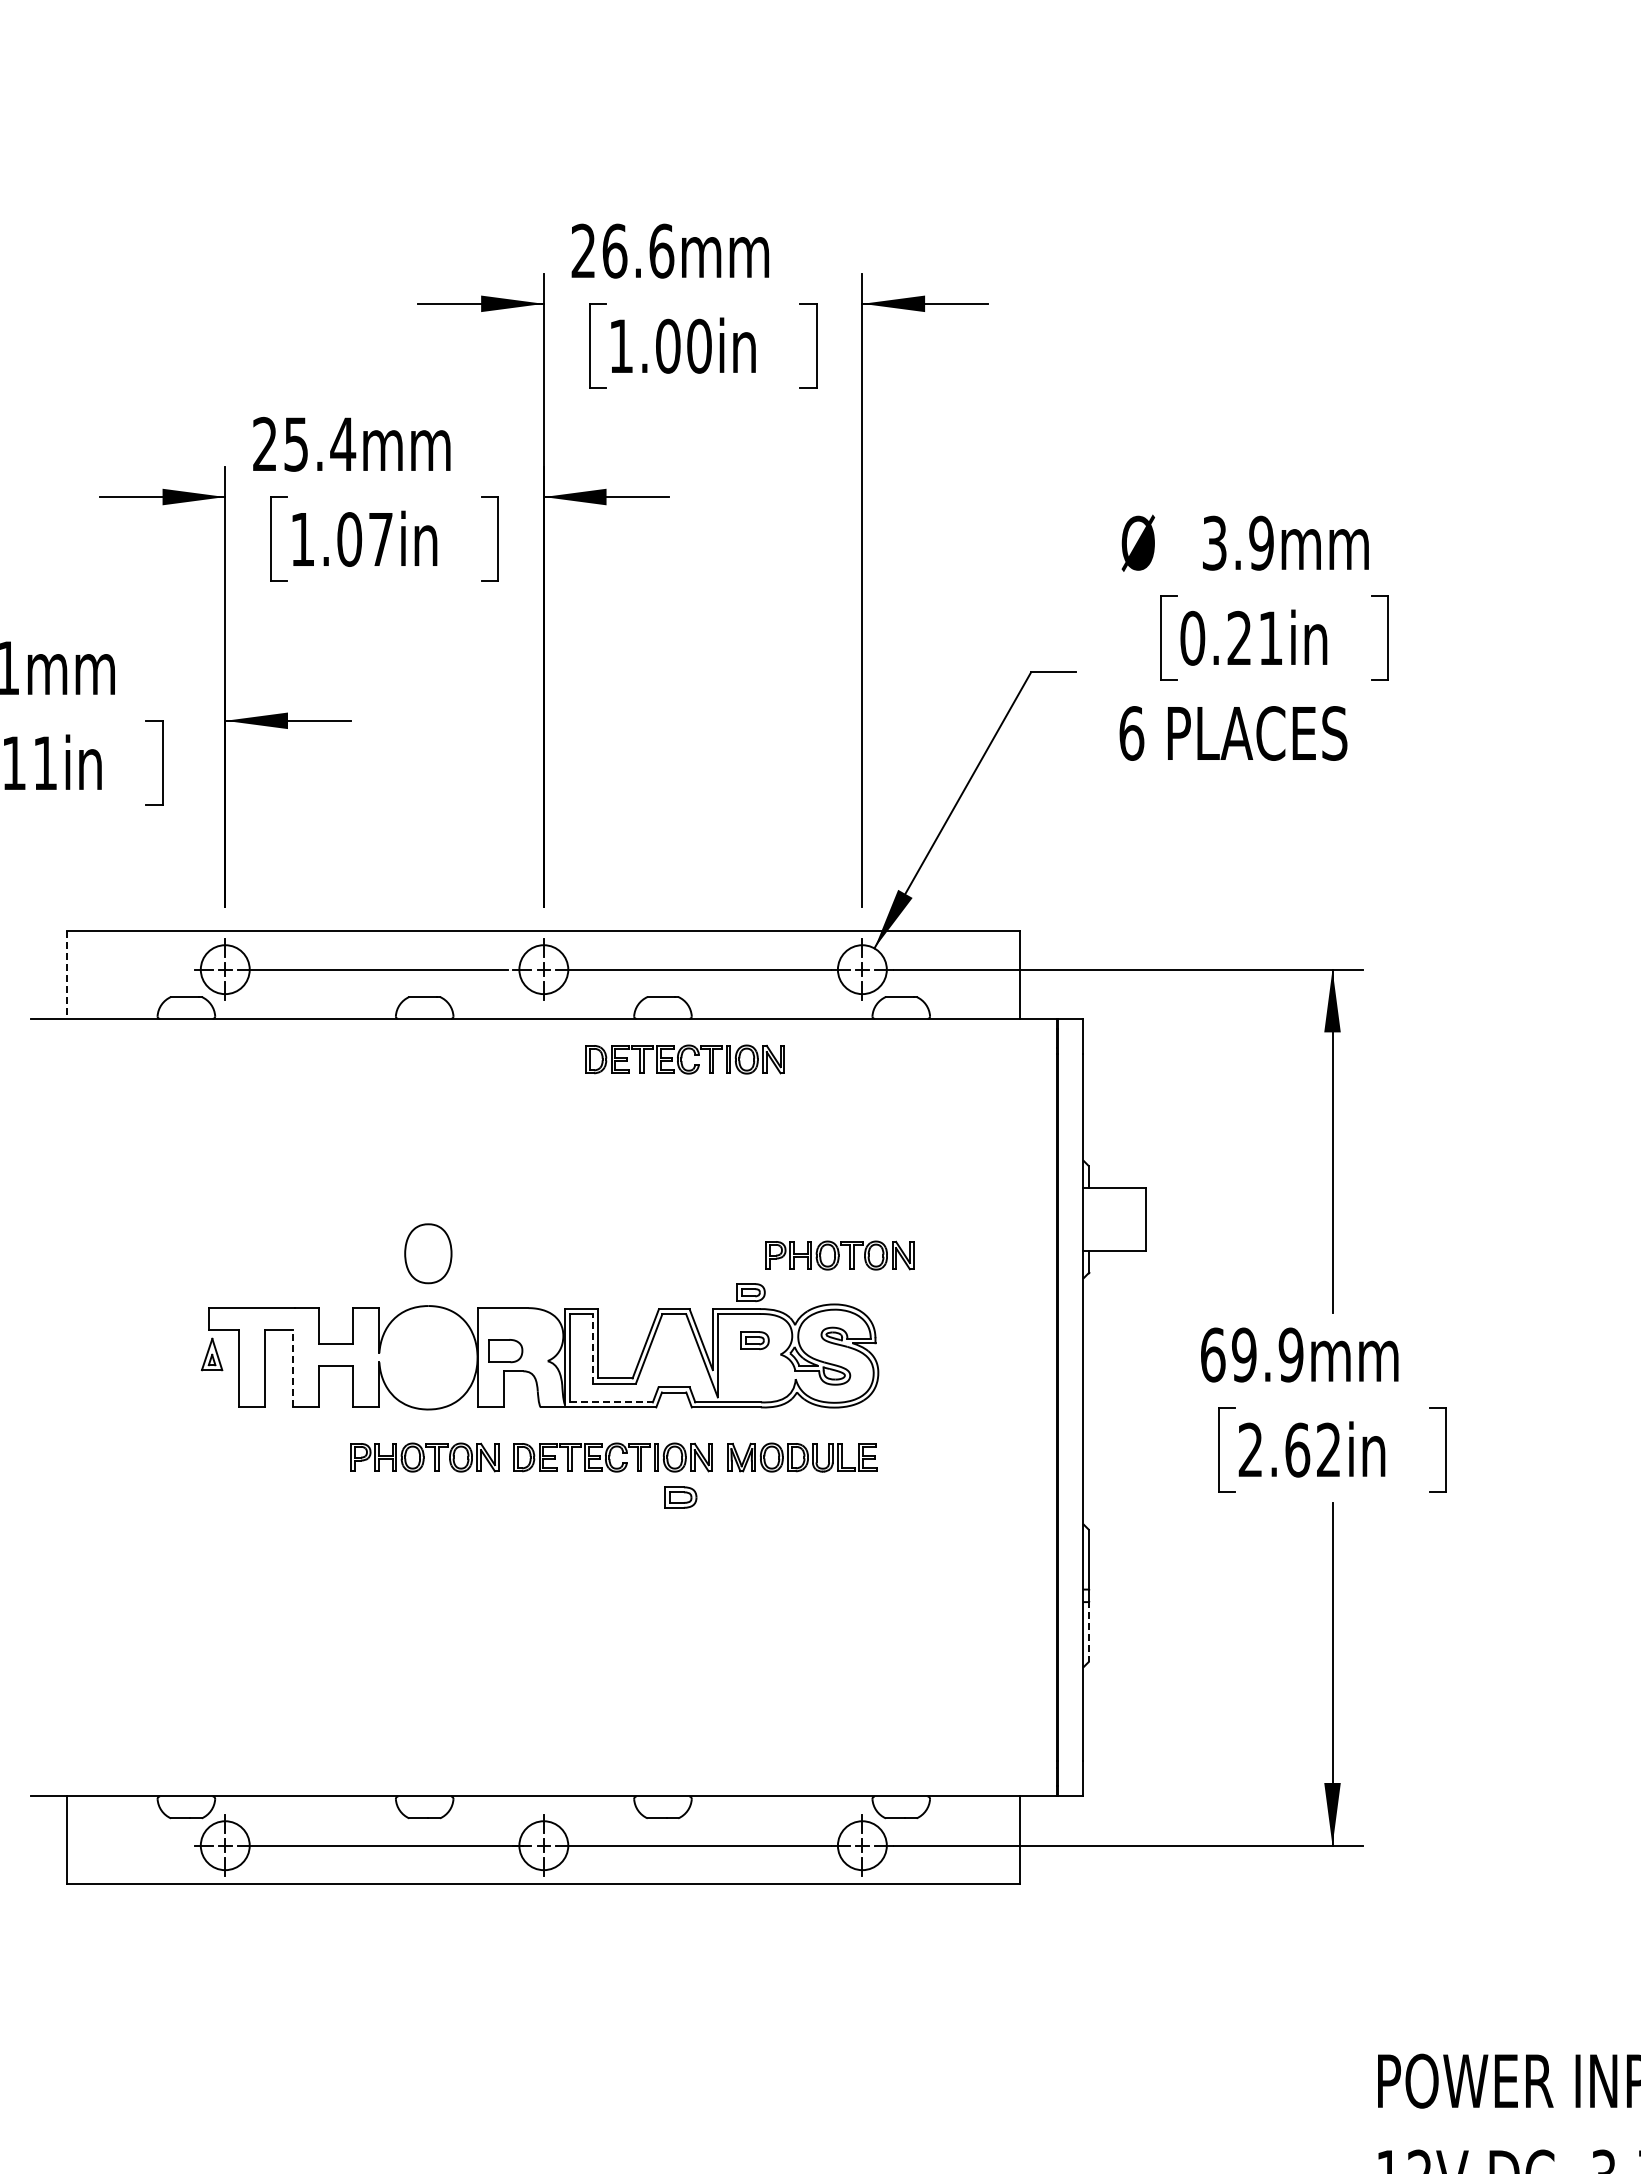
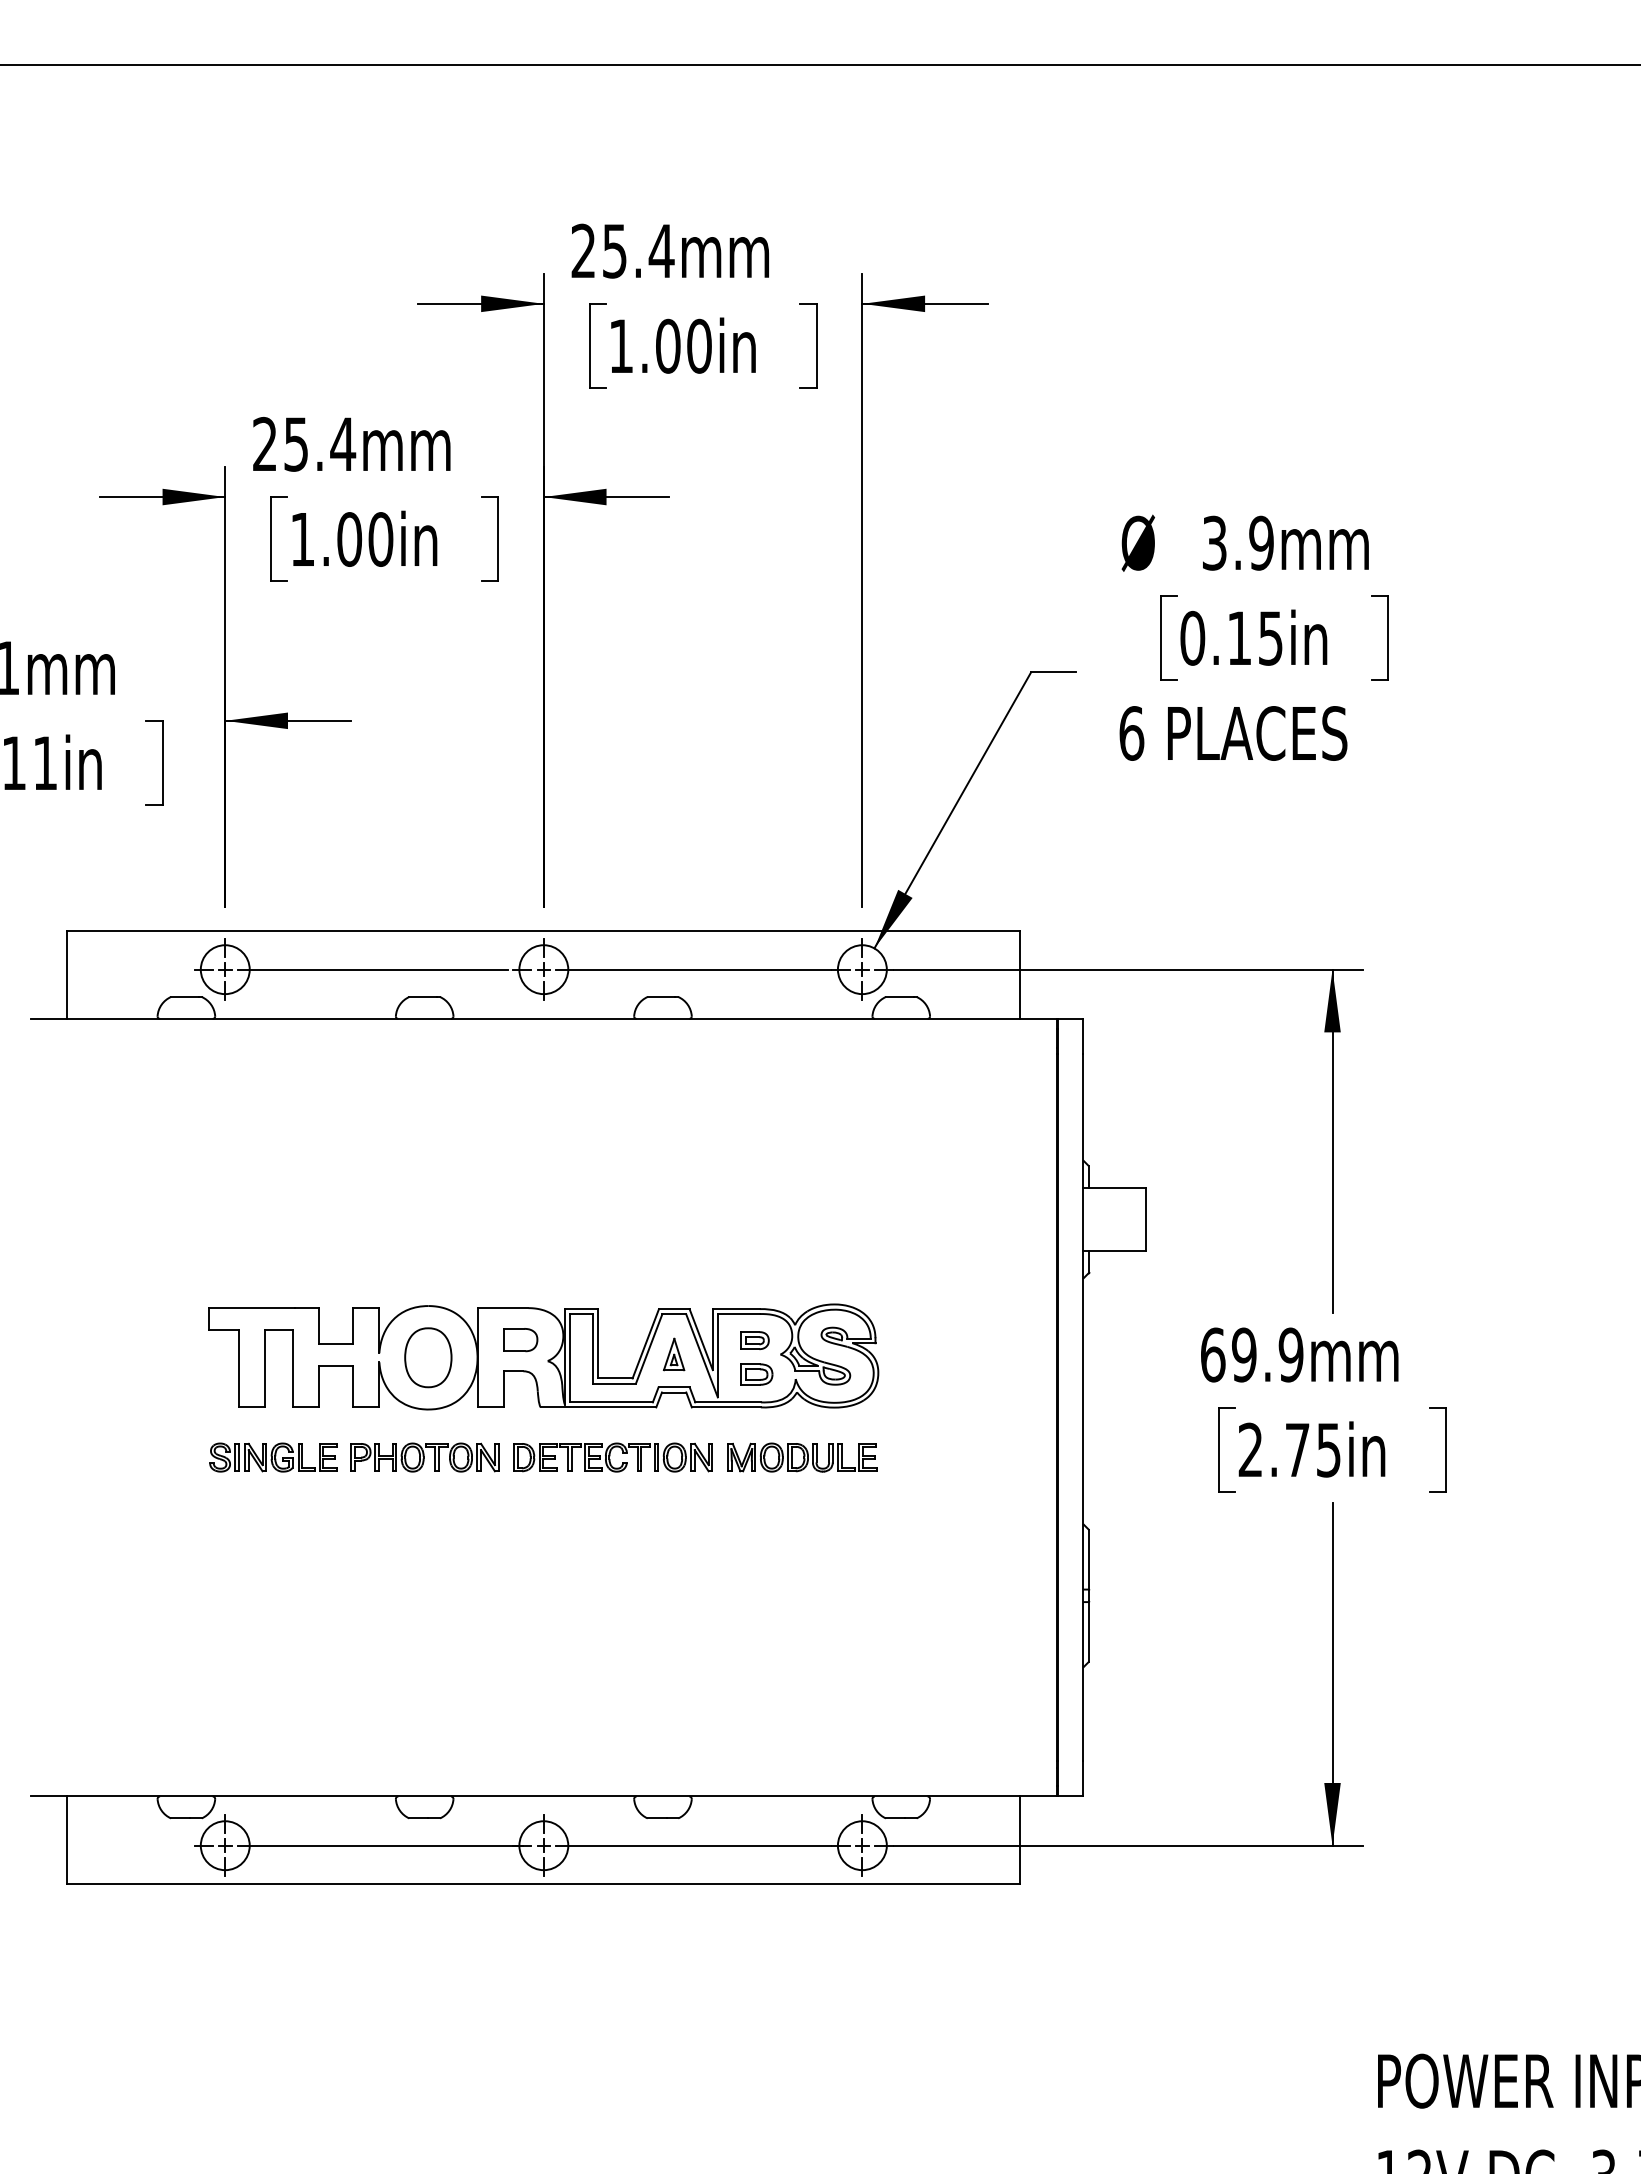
line at (819, 65): none -> present
text at (638, 250): 26.6mm -> 25.4mm
text at (380, 539): 1.07in -> 1.00in
text at (1254, 637): 0.21in -> 0.15in
line at (67, 975): dashed -> solid
part at (684, 1059): present -> none
part at (428, 1253) position: (428, 1253) -> (428, 1357)
part at (839, 1255): present -> none
part at (750, 1292): present -> none
line at (593, 1348): dashed -> solid
part at (505, 1351) position: (505, 1351) -> (520, 1340)
part at (211, 1354) position: (211, 1354) -> (673, 1354)
line at (293, 1368): dashed -> solid
line at (611, 1402): dashed -> solid
text at (1312, 1449): 2.62in -> 2.75in
part at (273, 1457): none -> present
part at (680, 1497) position: (680, 1497) -> (756, 1374)
line at (1089, 1631): dashed -> solid
